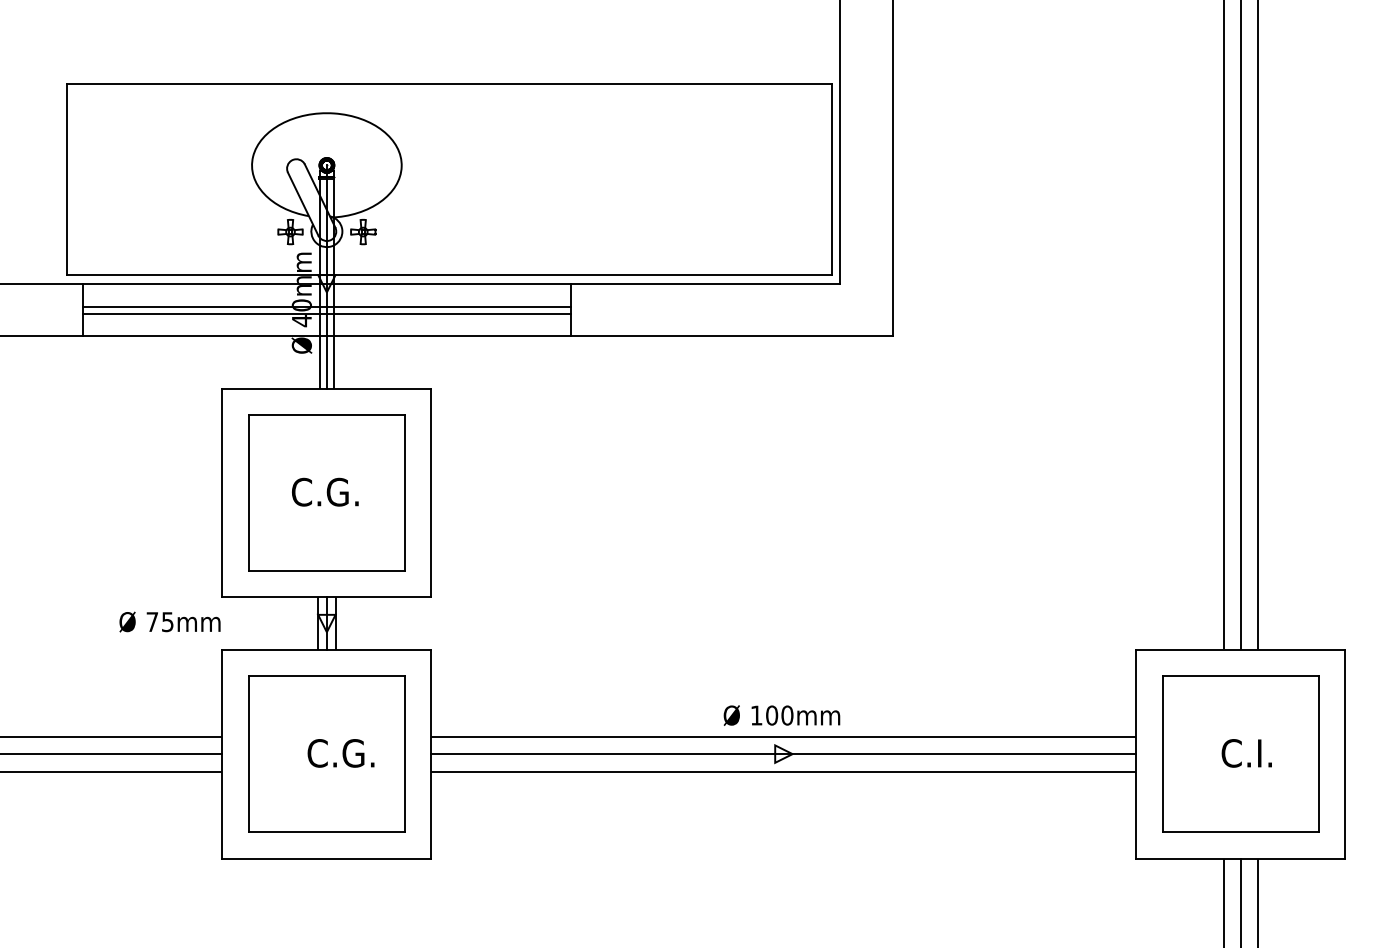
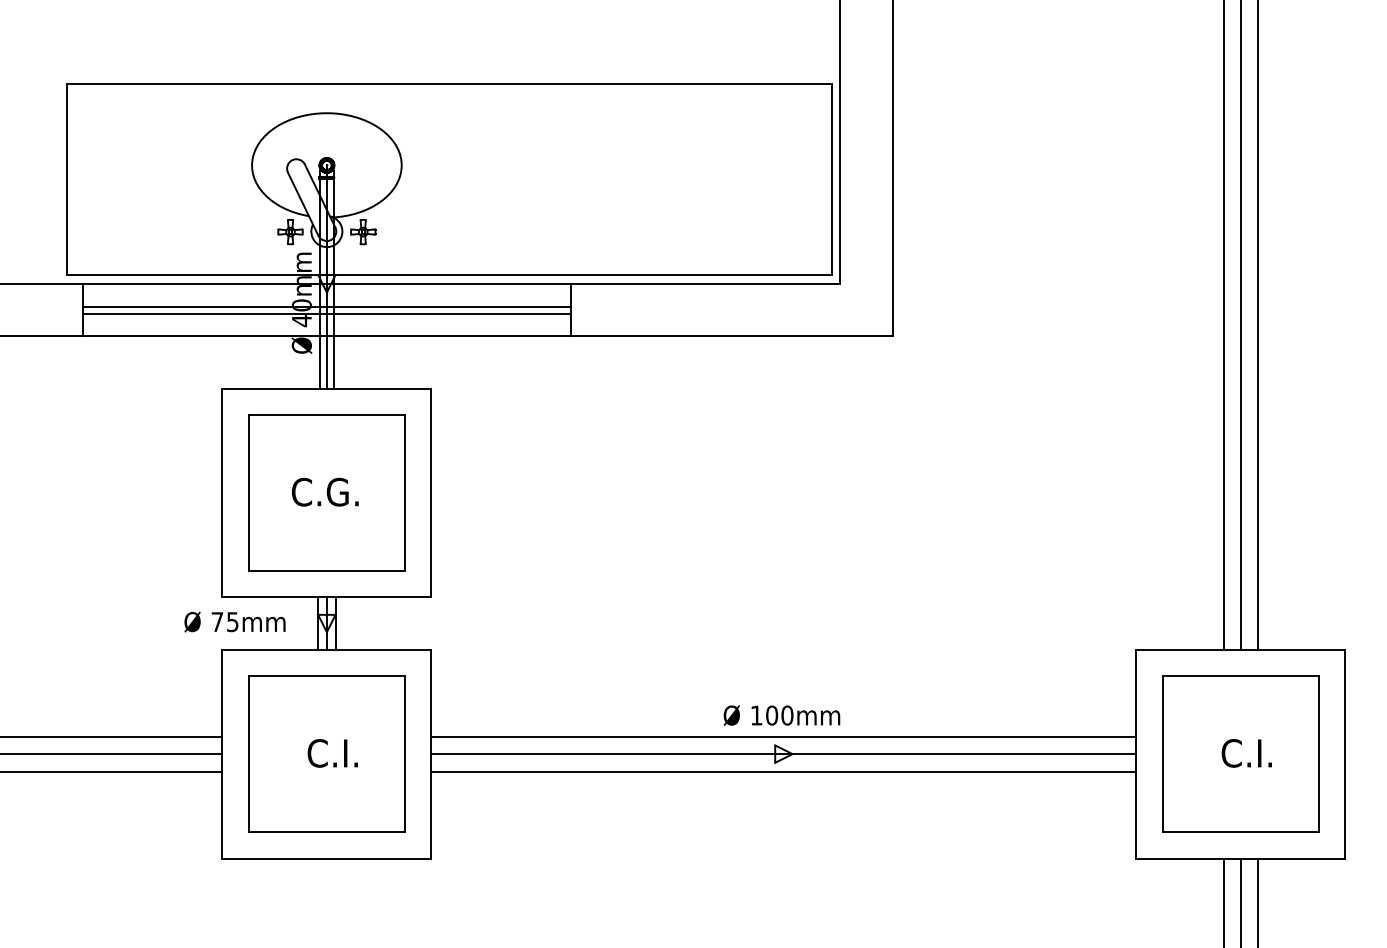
text at (169, 621) position: (169, 621) -> (234, 621)
text at (358, 753): C.G. -> C.I.
